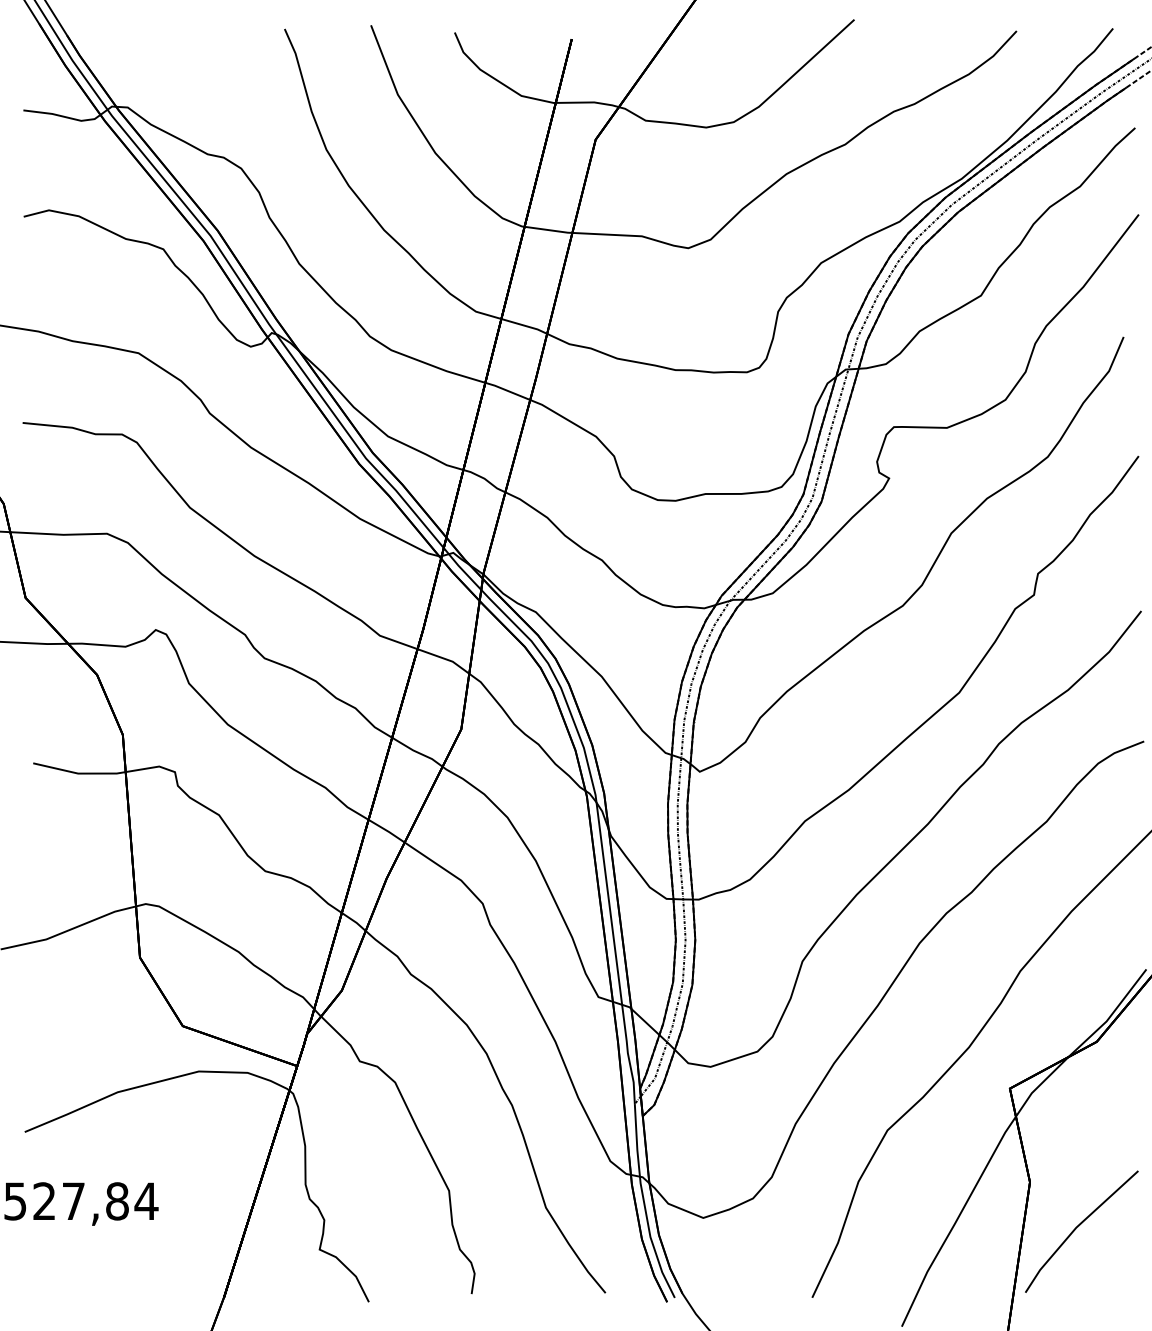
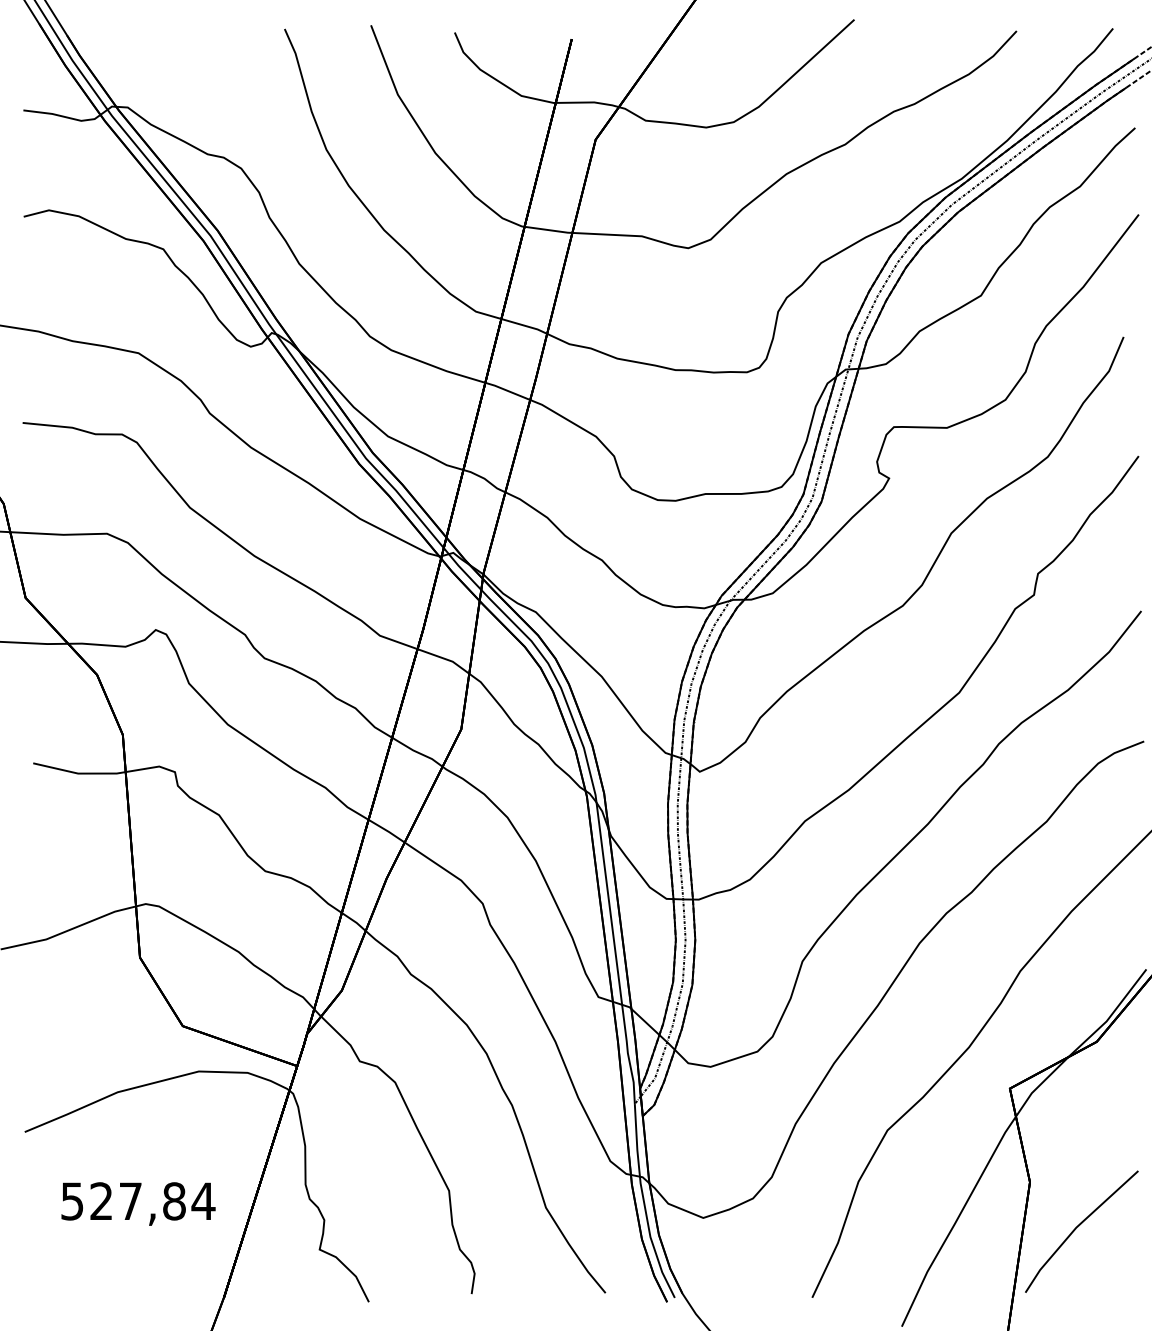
text at (81, 1203) position: (81, 1203) -> (138, 1203)
